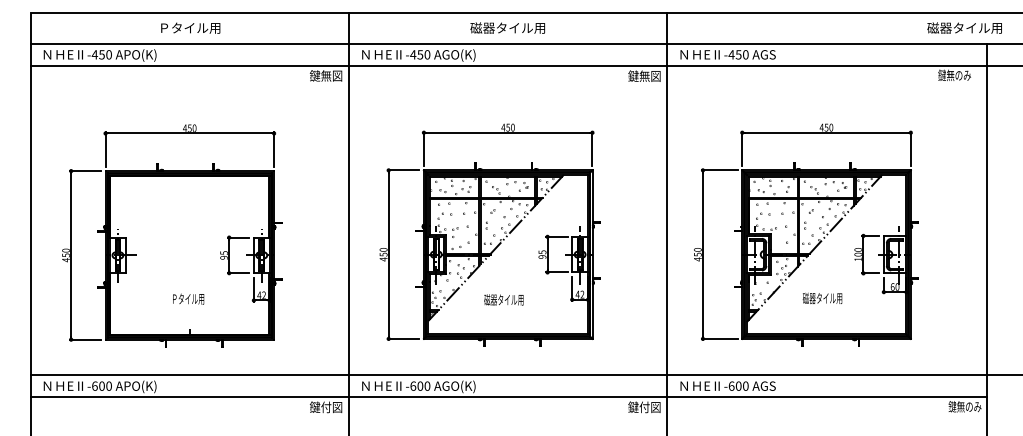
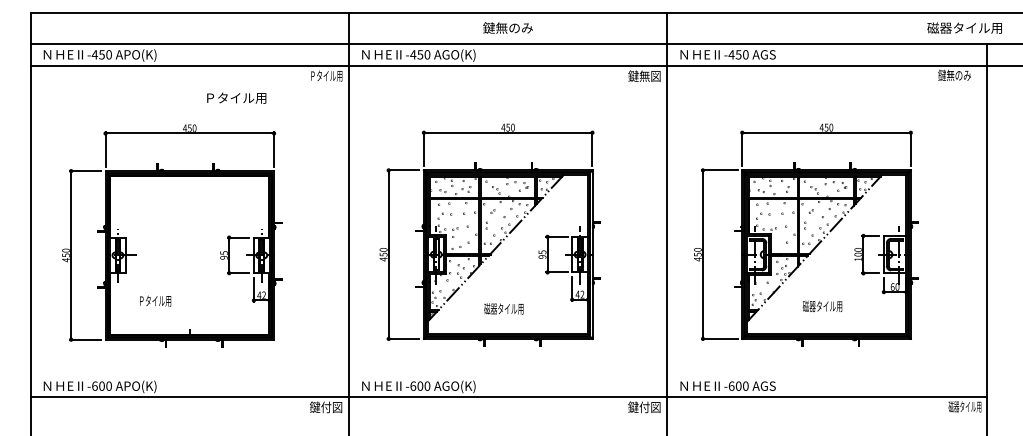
text at (190, 27) position: (190, 27) -> (236, 97)
text at (507, 27): 磁器タイル用 -> 鍵無のみ
text at (325, 75): 鍵無図 -> Ｐタイル用
text at (822, 297) position: (822, 297) -> (822, 305)
text at (188, 298) position: (188, 298) -> (155, 300)
text at (503, 299) position: (503, 299) -> (503, 308)
line at (524, 374): present -> none
text at (964, 406): 鍵無のみ -> 磁器タイル用
